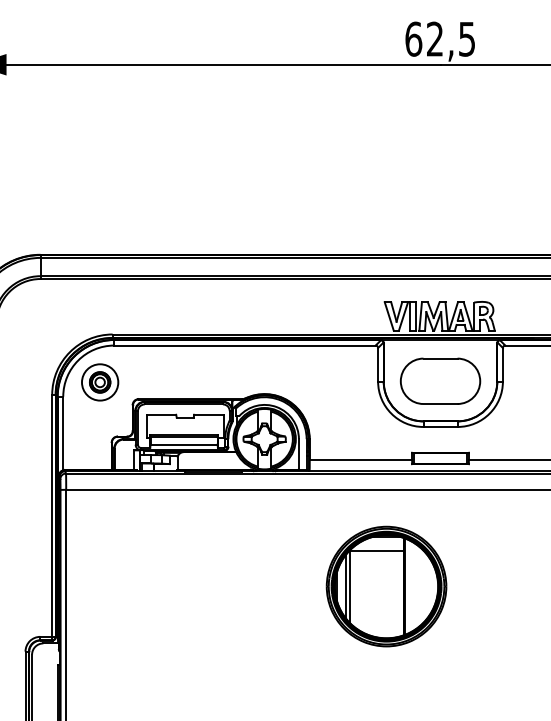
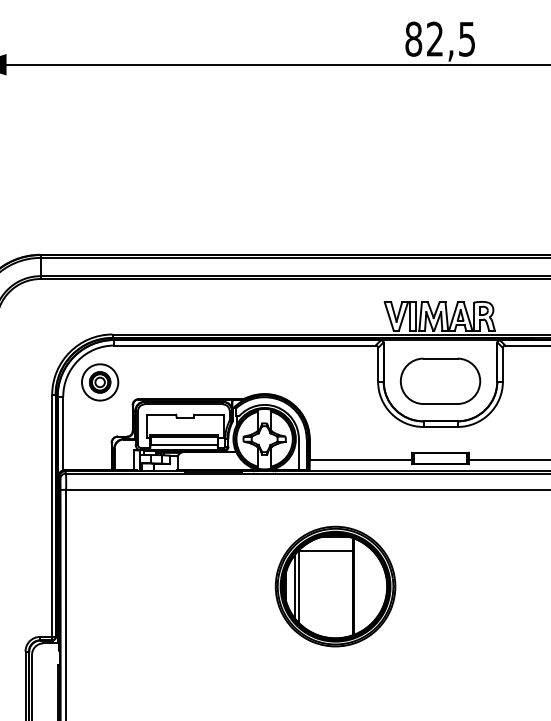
text at (413, 38): 62,5 -> 82,5
part at (386, 586) position: (386, 586) -> (335, 586)
